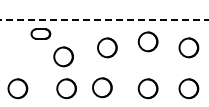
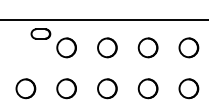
line at (104, 20): dashed -> solid
part at (147, 41) position: (147, 41) -> (147, 47)
part at (63, 56) position: (63, 56) -> (66, 47)
part at (102, 87) position: (102, 87) -> (107, 88)
part at (17, 88) position: (17, 88) -> (25, 88)
